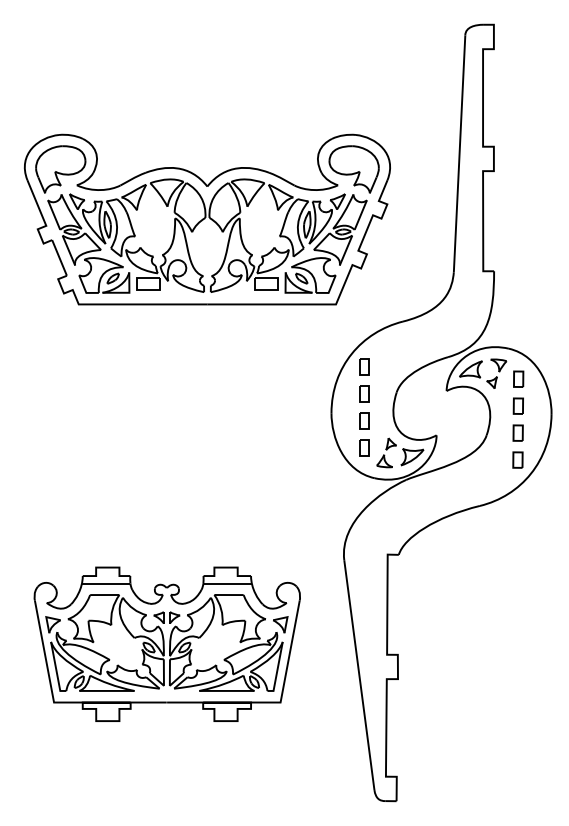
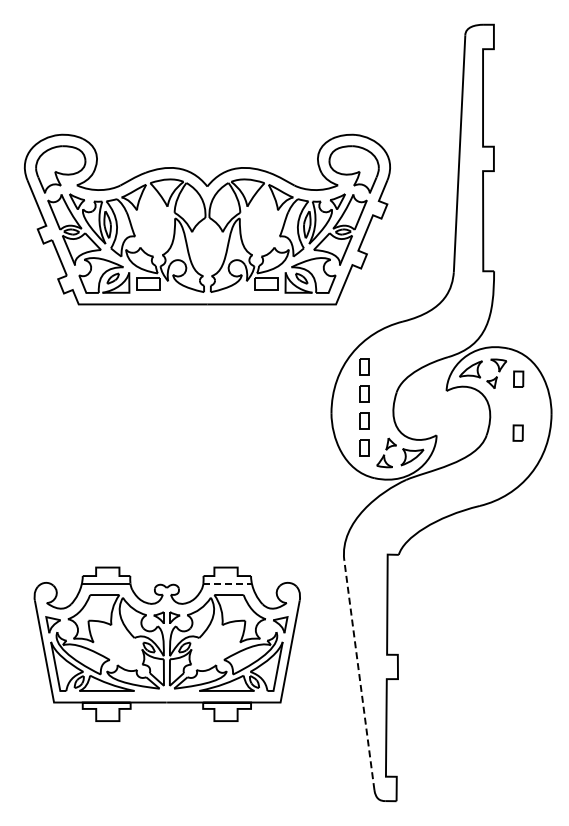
part at (517, 405): present -> none
part at (517, 459): present -> none
line at (228, 583): solid -> dashed
line at (359, 675): solid -> dashed
